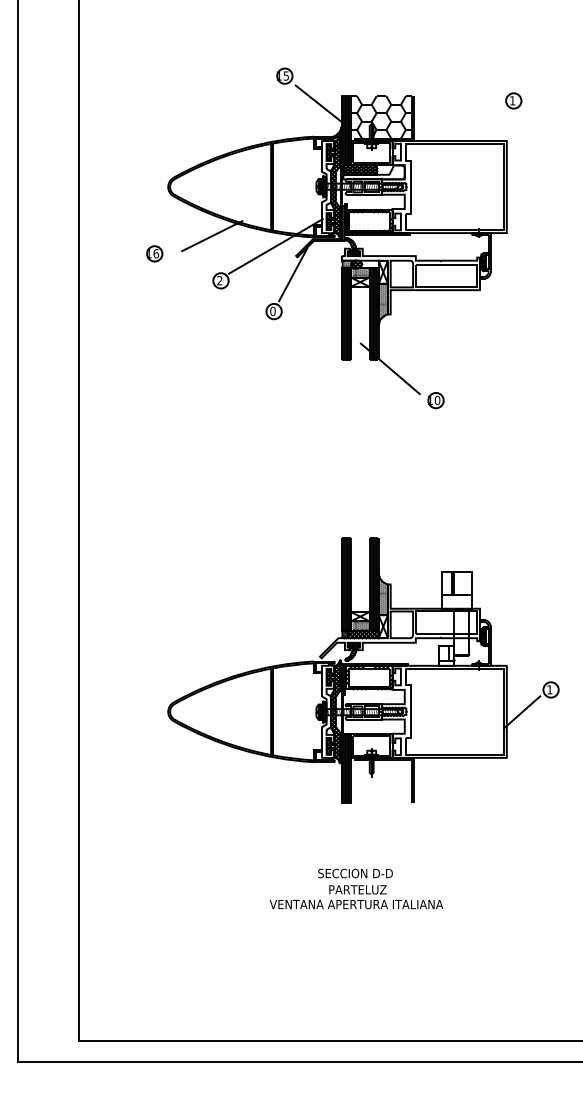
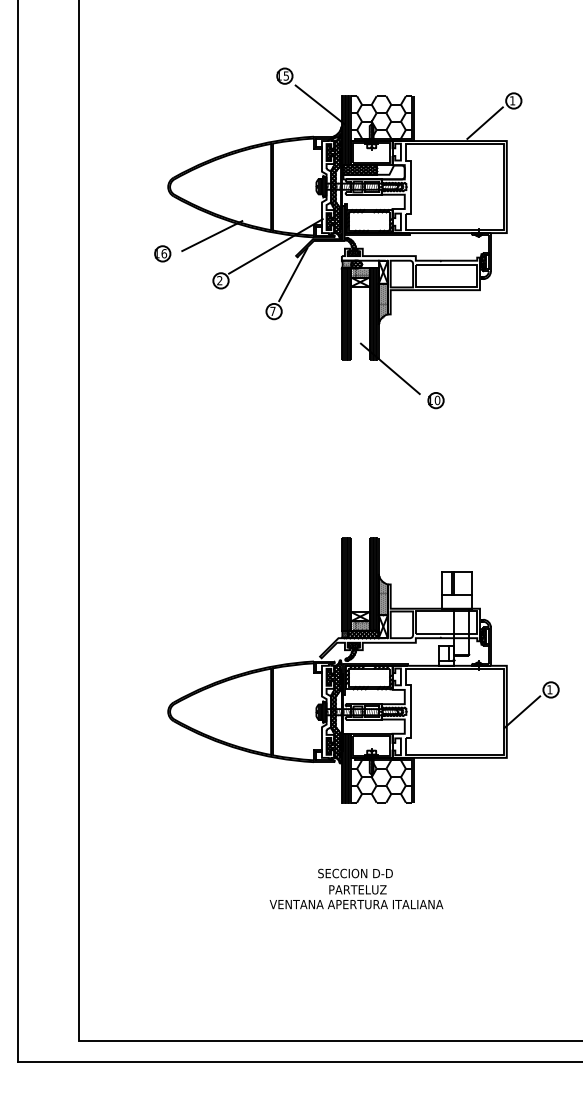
line at (484, 122): none -> present
part at (154, 253) position: (154, 253) -> (162, 253)
text at (272, 311): 0 -> 7
hatch at (381, 780): none -> present
